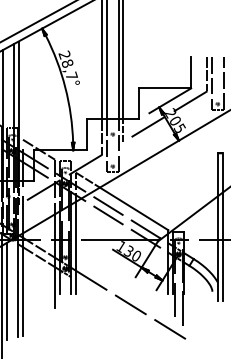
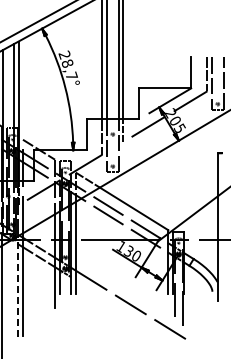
line at (222, 226): present -> none
line at (18, 286): solid -> dashed
line at (6, 291): present -> none
